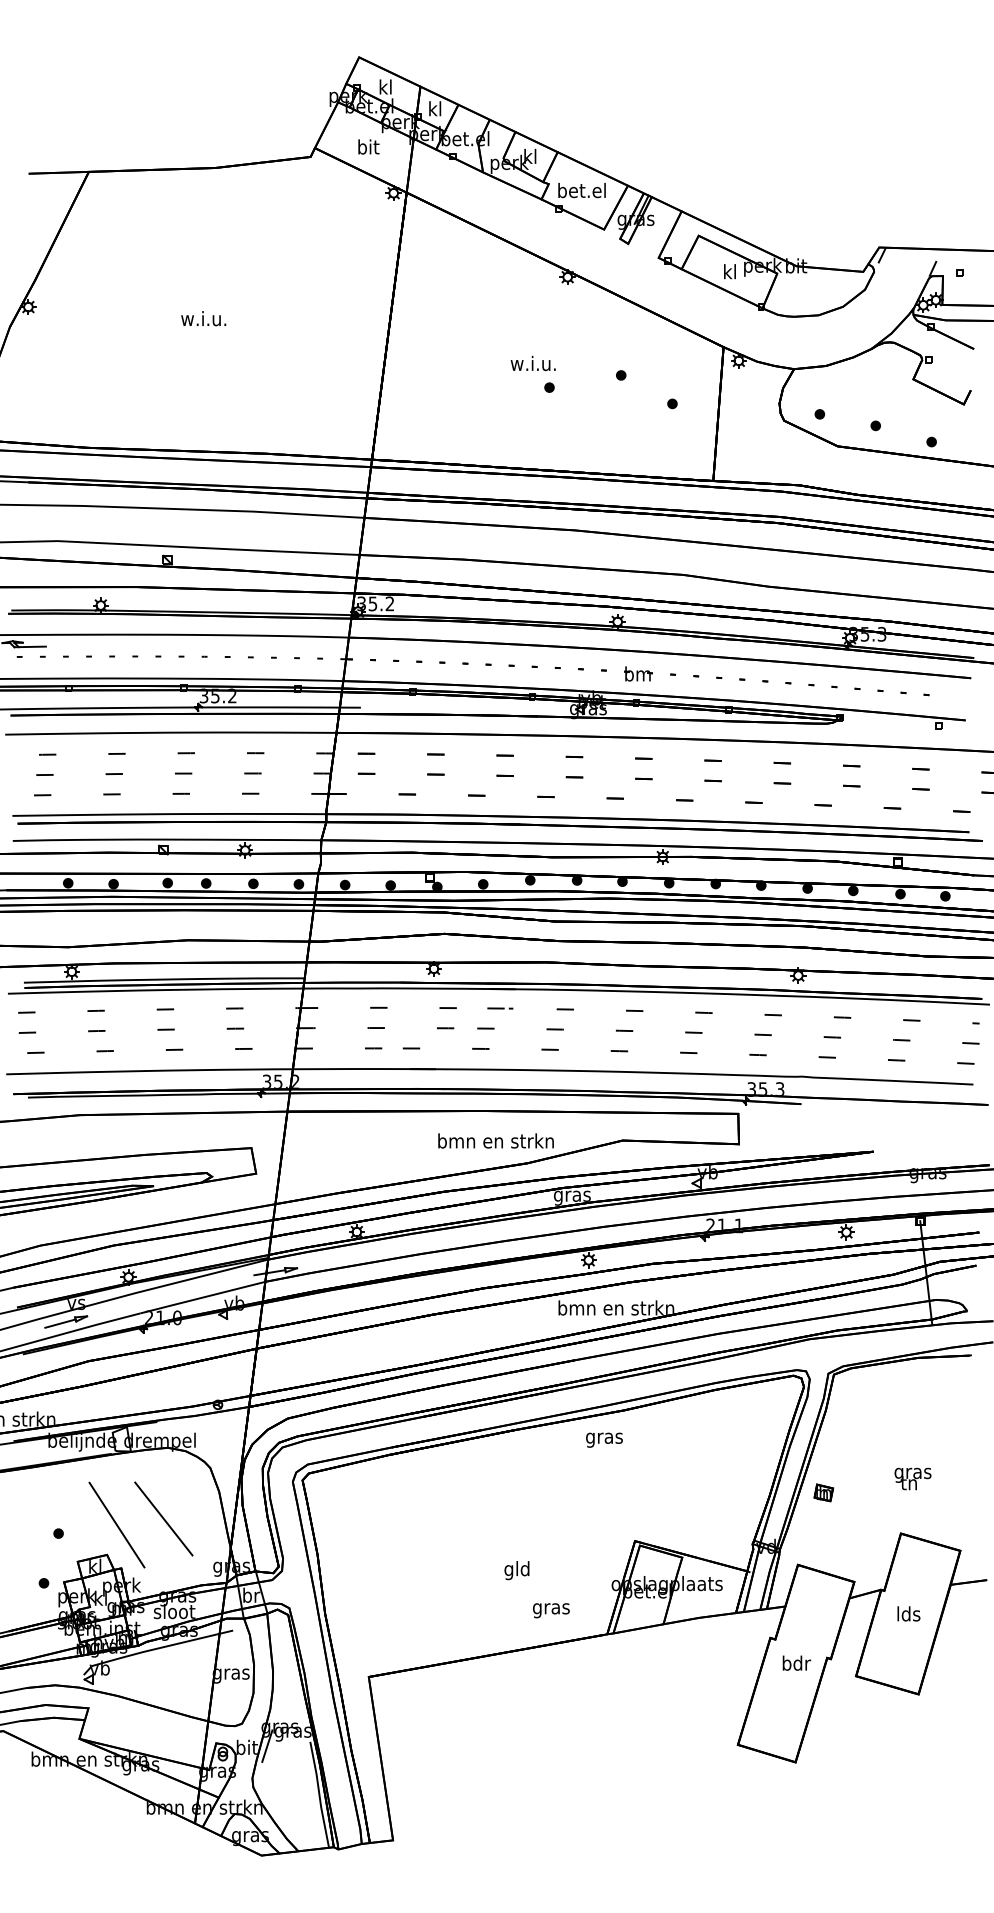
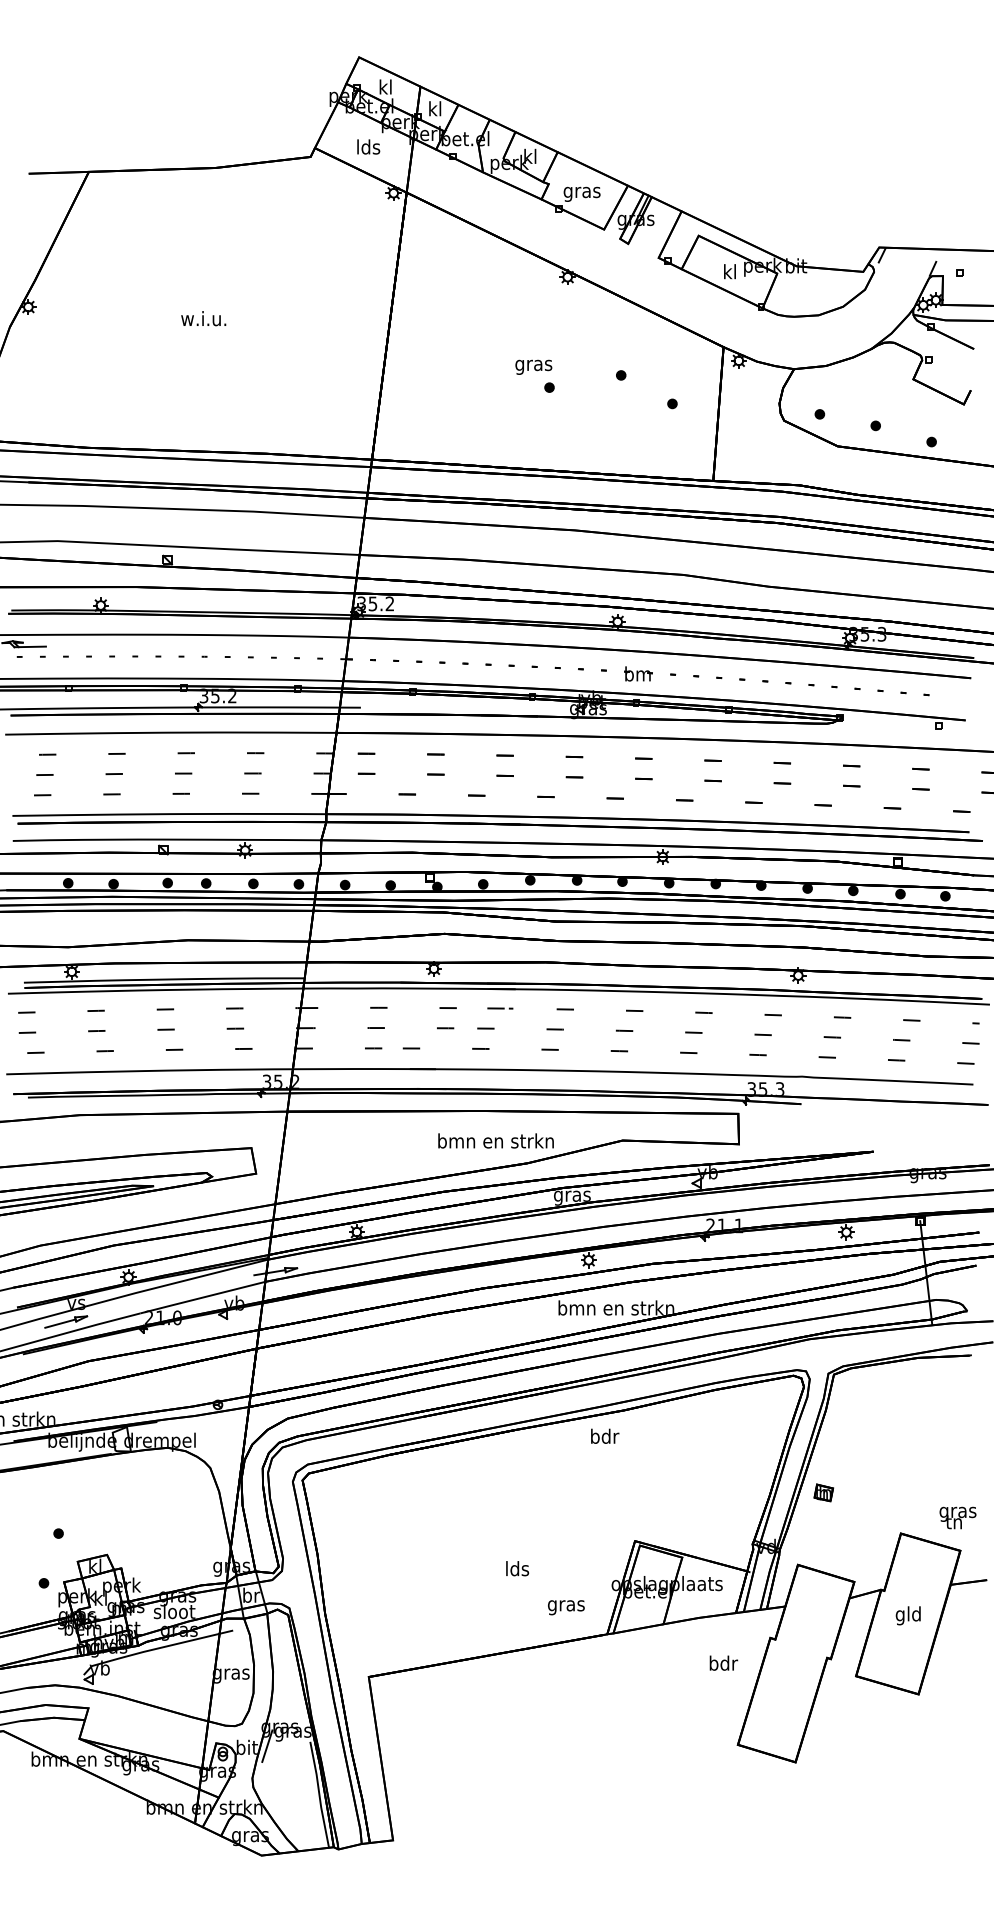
text at (368, 146): bit -> lds
text at (581, 191): bet.el -> gras
text at (532, 364): w.i.u. -> gras
text at (604, 1437): gras -> bdr
text at (912, 1478) position: (912, 1478) -> (957, 1517)
line at (163, 1518): present -> none
line at (116, 1524): present -> none
text at (516, 1570): gld -> lds
text at (551, 1610) position: (551, 1610) -> (566, 1607)
text at (907, 1615): lds -> gld
text at (796, 1662) position: (796, 1662) -> (723, 1662)
